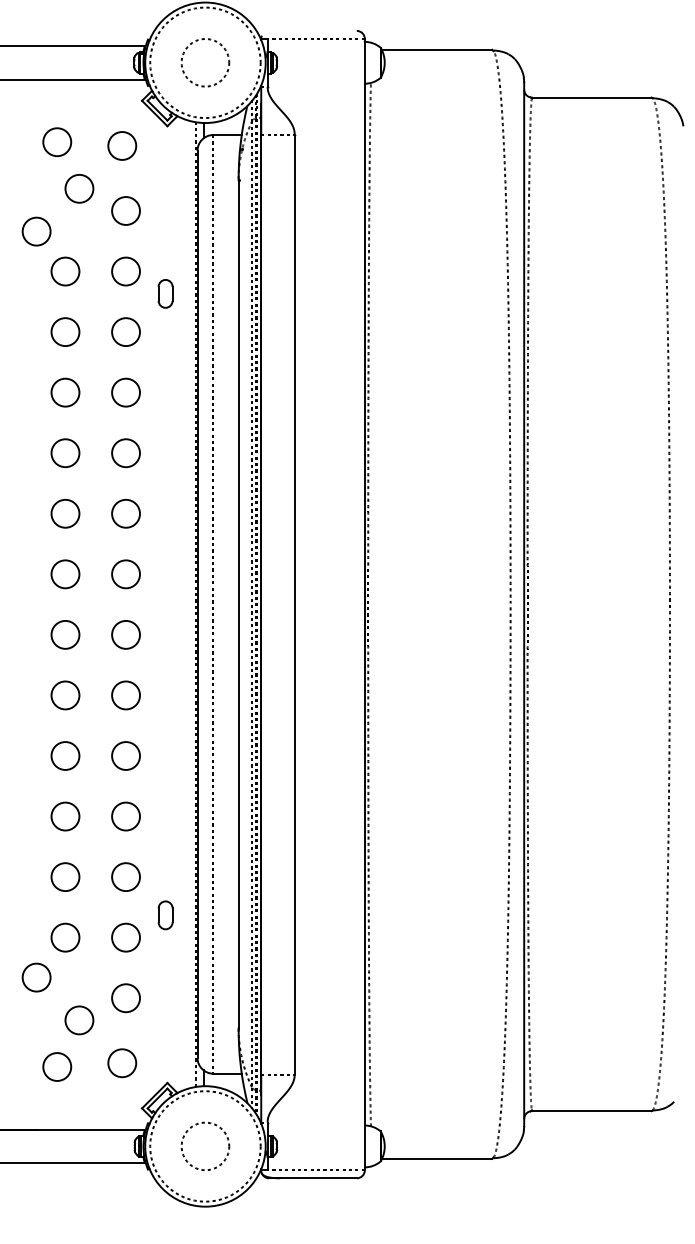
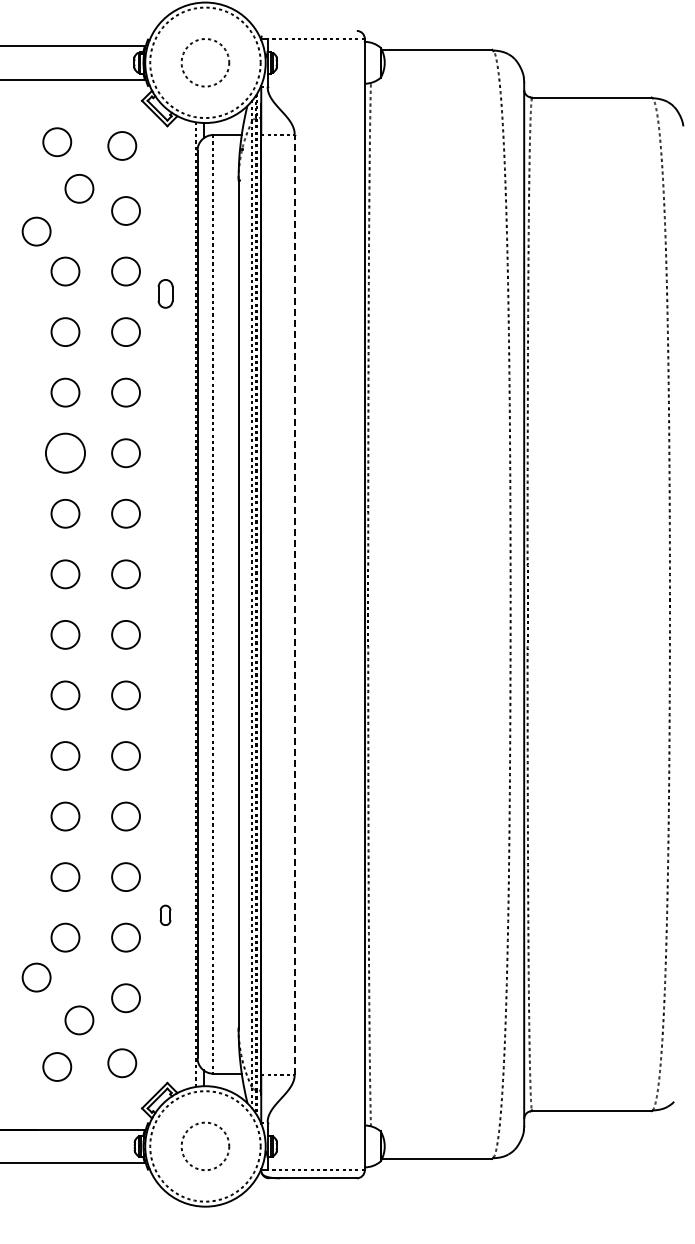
circle at (65, 453) diameter: 28 px -> 39 px
line at (294, 604): solid -> dashed
part at (165, 915) size: 17x31 px -> 13x22 px
